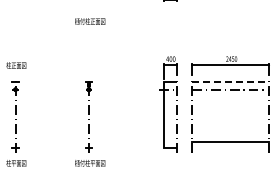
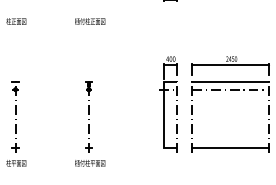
text at (16, 65) position: (16, 65) -> (16, 21)
line at (230, 81): dashed -> solid
line at (230, 141) position: (230, 141) -> (230, 147)
